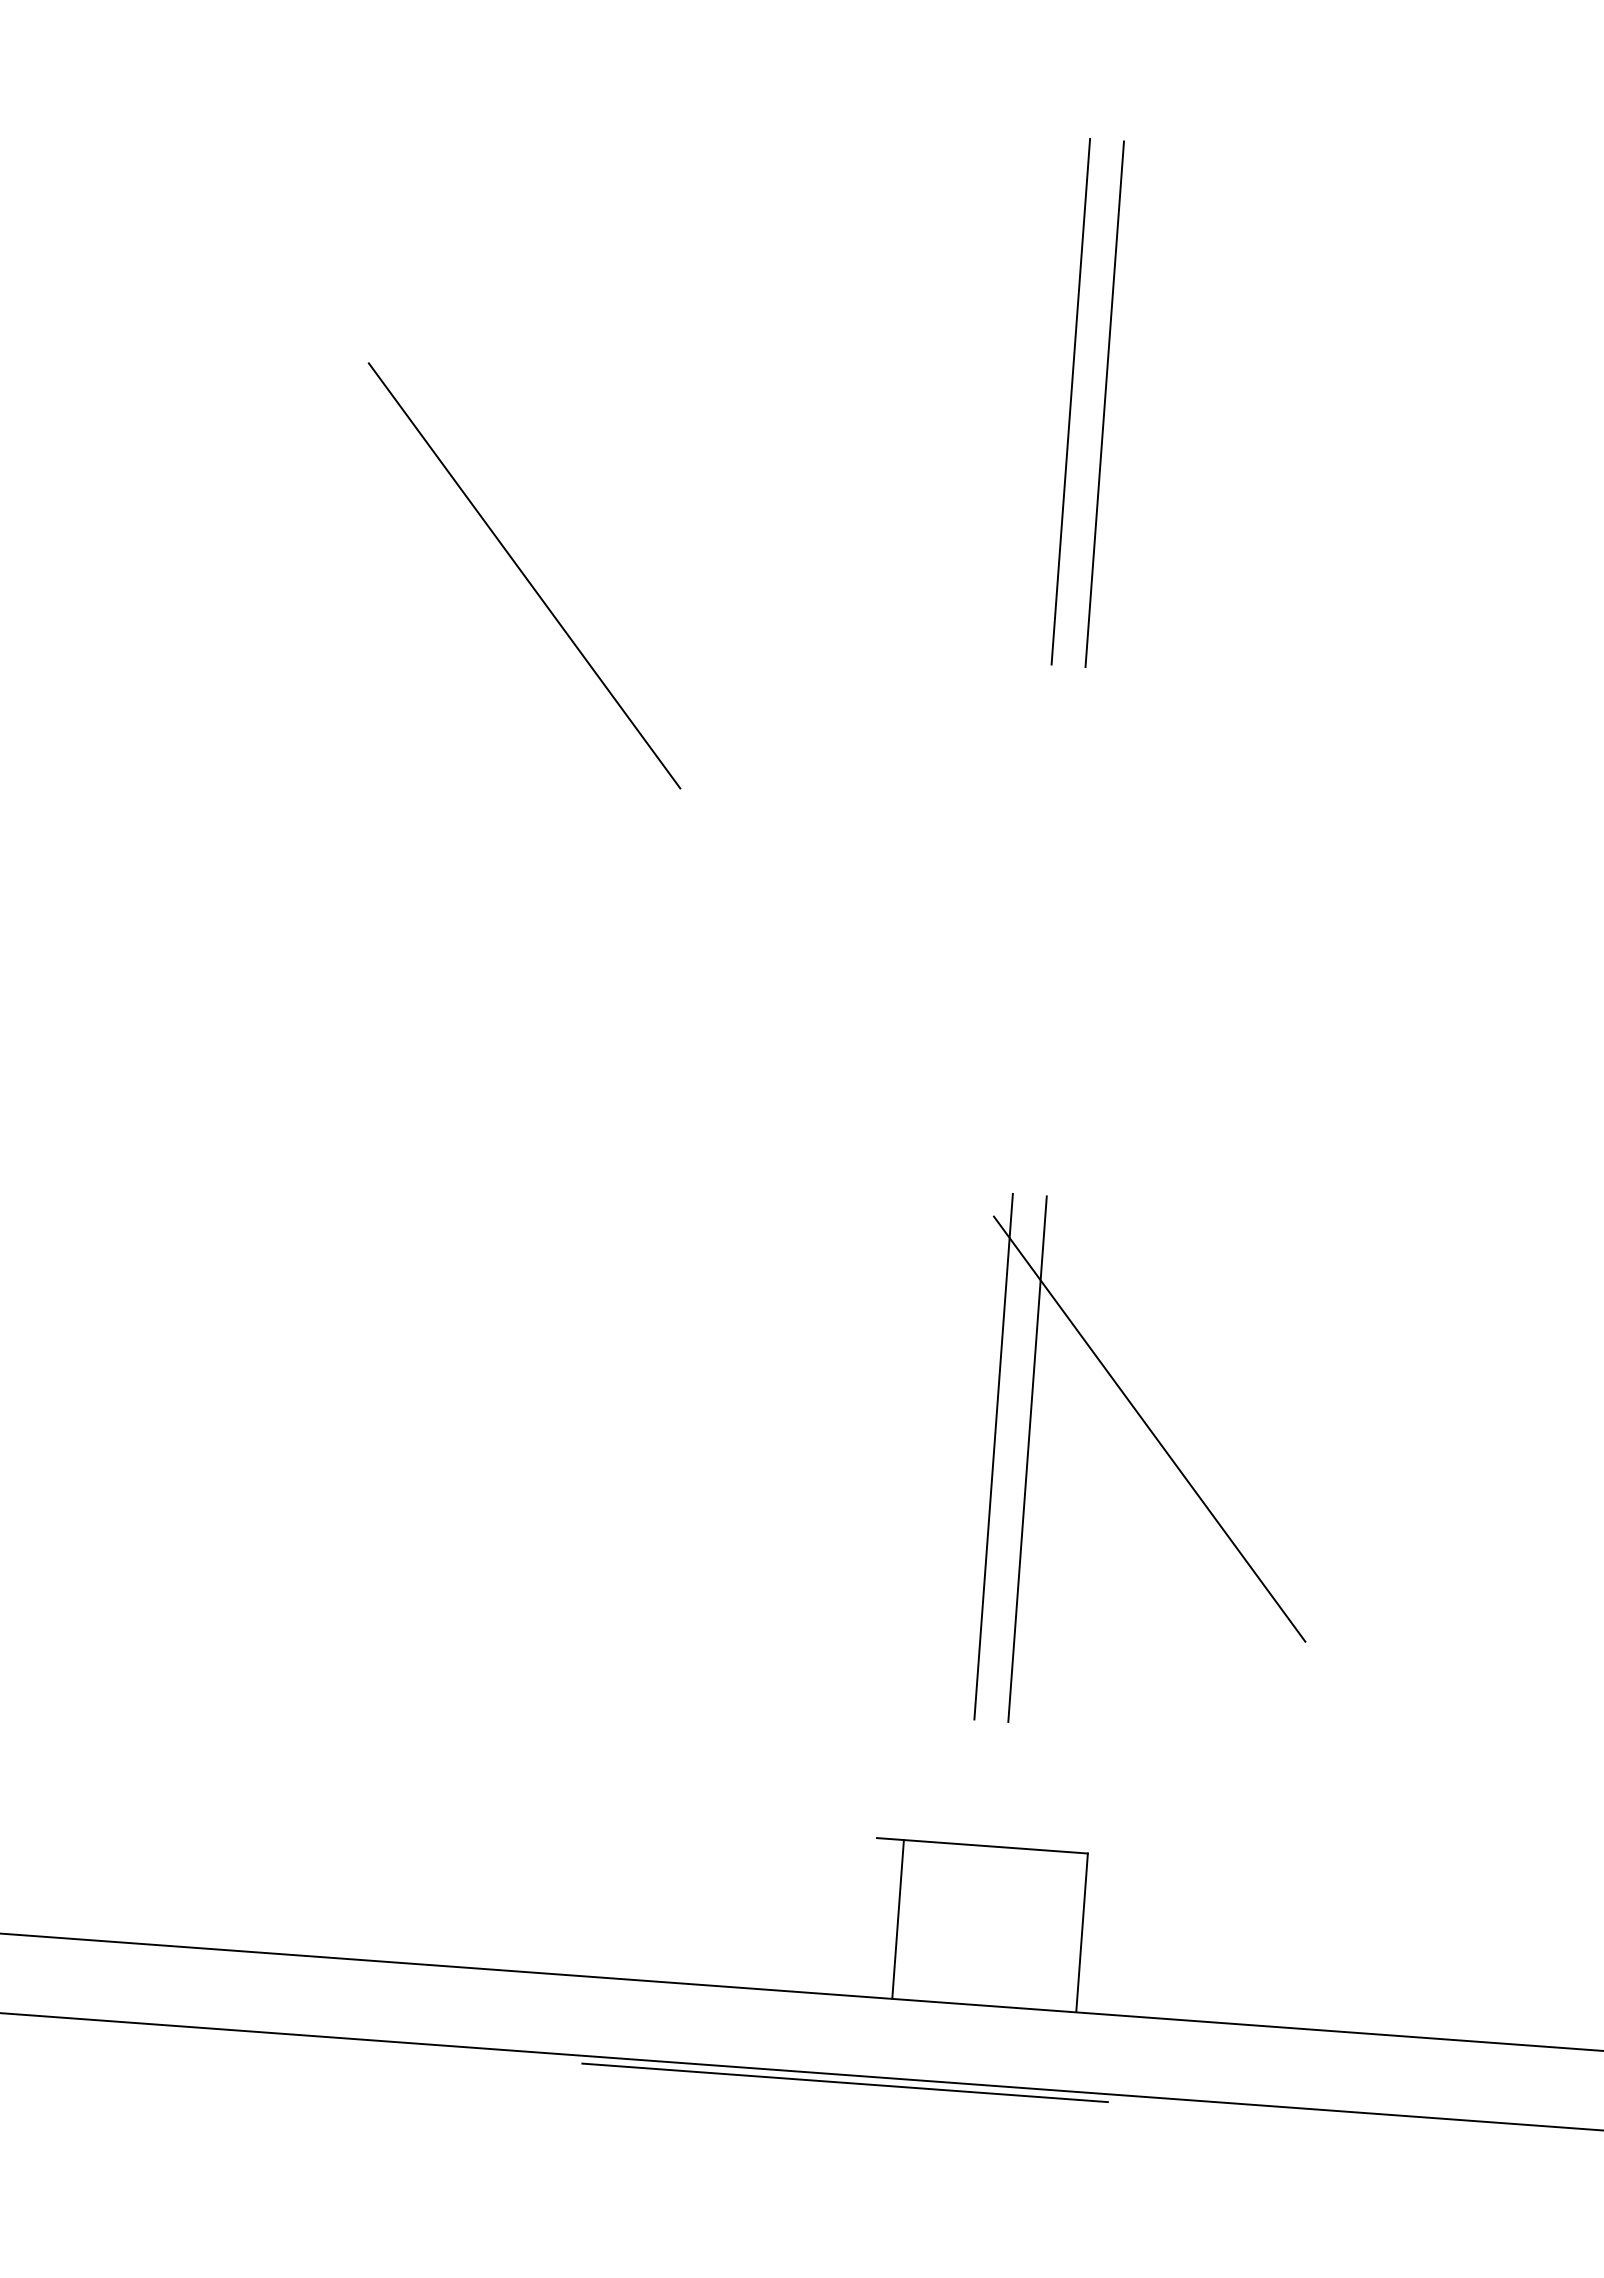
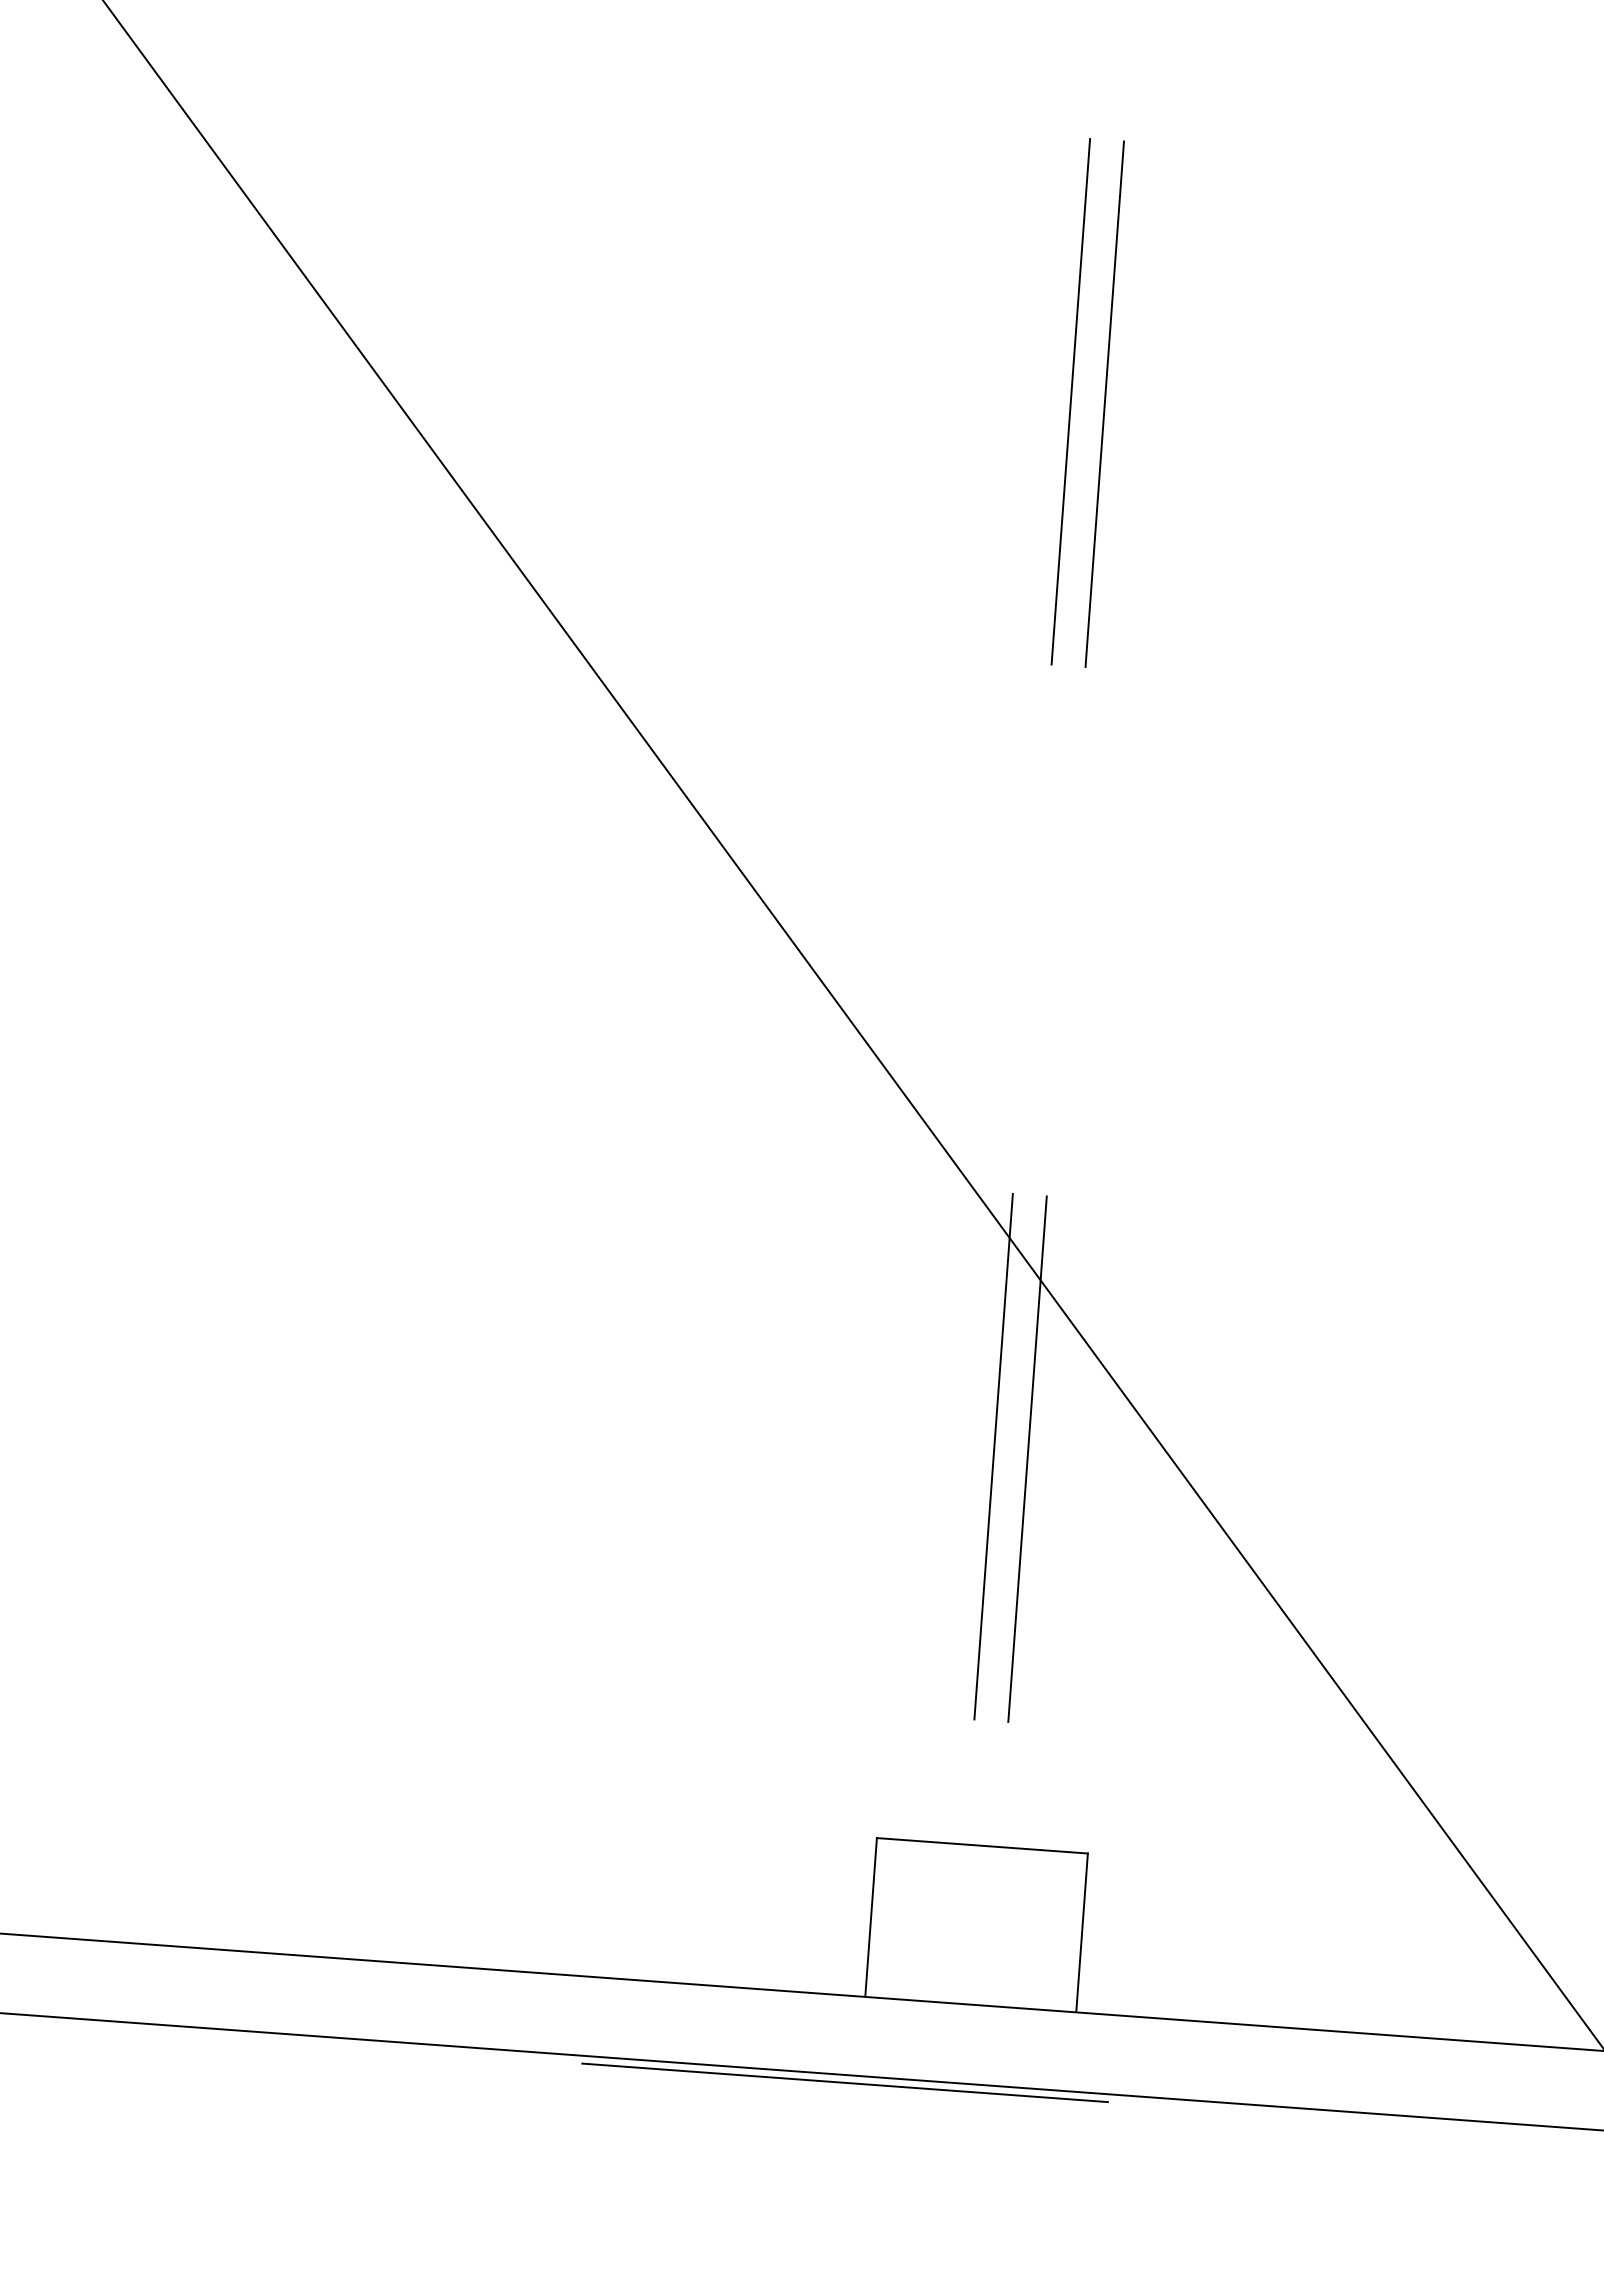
line at (853, 1024): dashed -> solid
line at (897, 1919) position: (897, 1919) -> (870, 1917)
